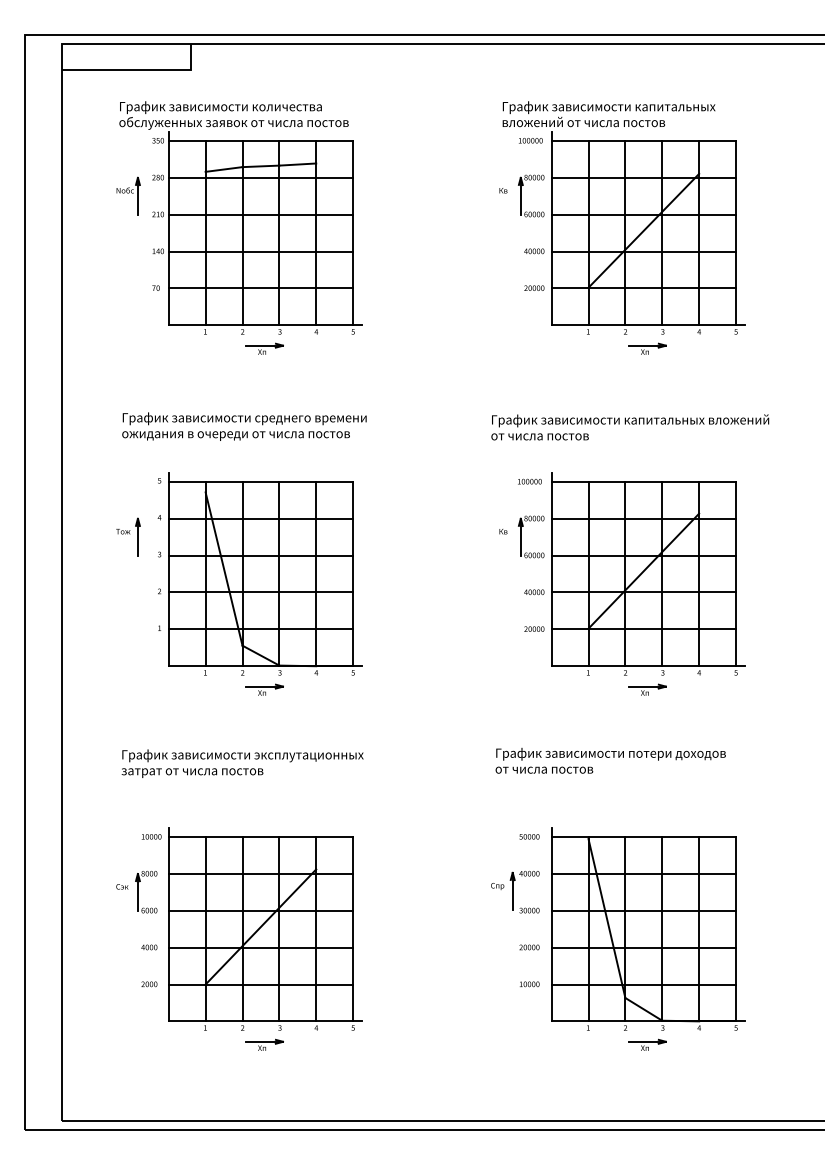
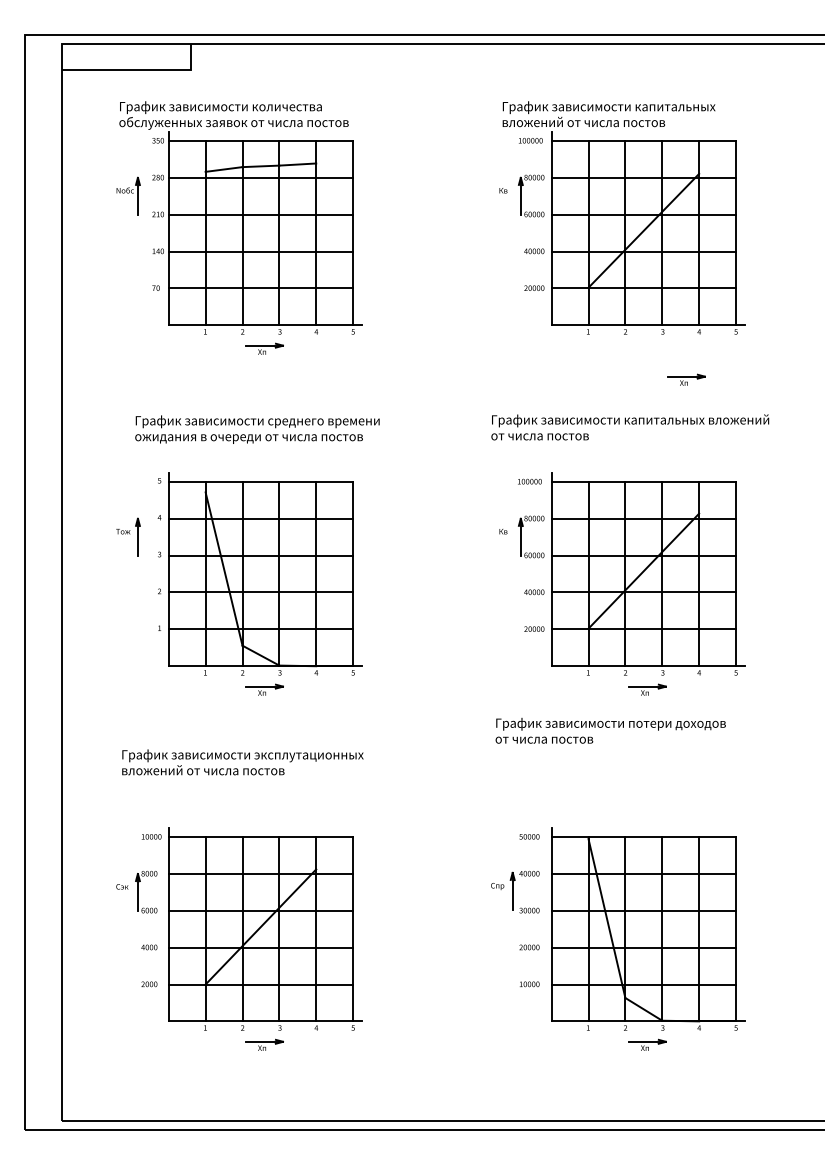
part at (647, 348) position: (647, 348) -> (686, 379)
text at (244, 426) position: (244, 426) -> (257, 429)
text at (610, 760) position: (610, 760) -> (610, 730)
text at (202, 771): затрат от числа постов -> вложений от числа постов
